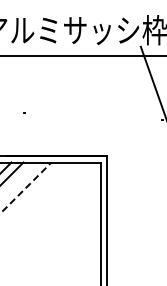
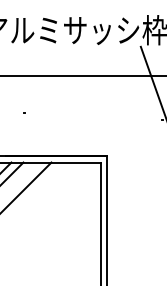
line at (82, 55) position: (82, 55) -> (82, 75)
line at (26, 187): dashed -> solid
